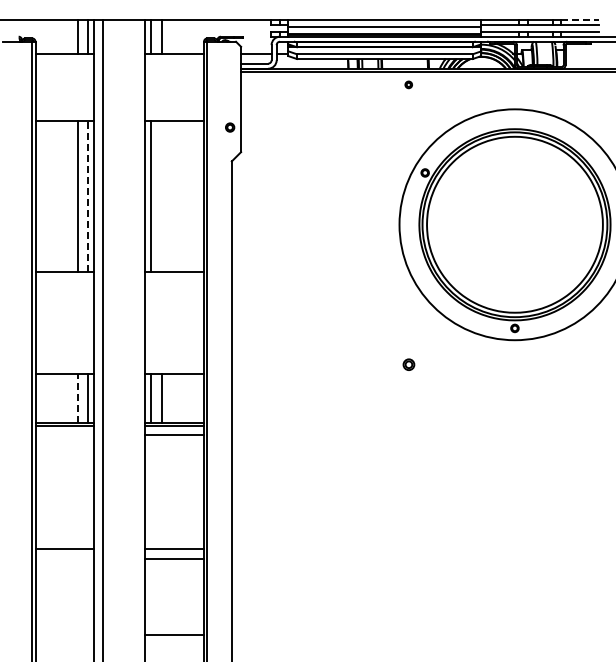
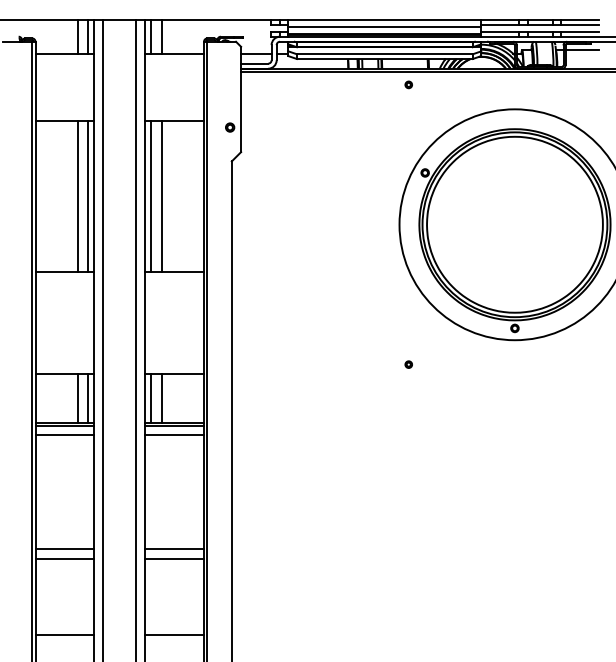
line at (580, 19): dashed -> solid
line at (582, 49): none -> present
line at (88, 196): dashed -> solid
line at (161, 196): none -> present
line at (136, 338): none -> present
part at (408, 364) size: 14x13 px -> 9x9 px
line at (77, 397): dashed -> solid
line at (64, 434): none -> present
line at (64, 559): none -> present
line at (64, 634): none -> present
